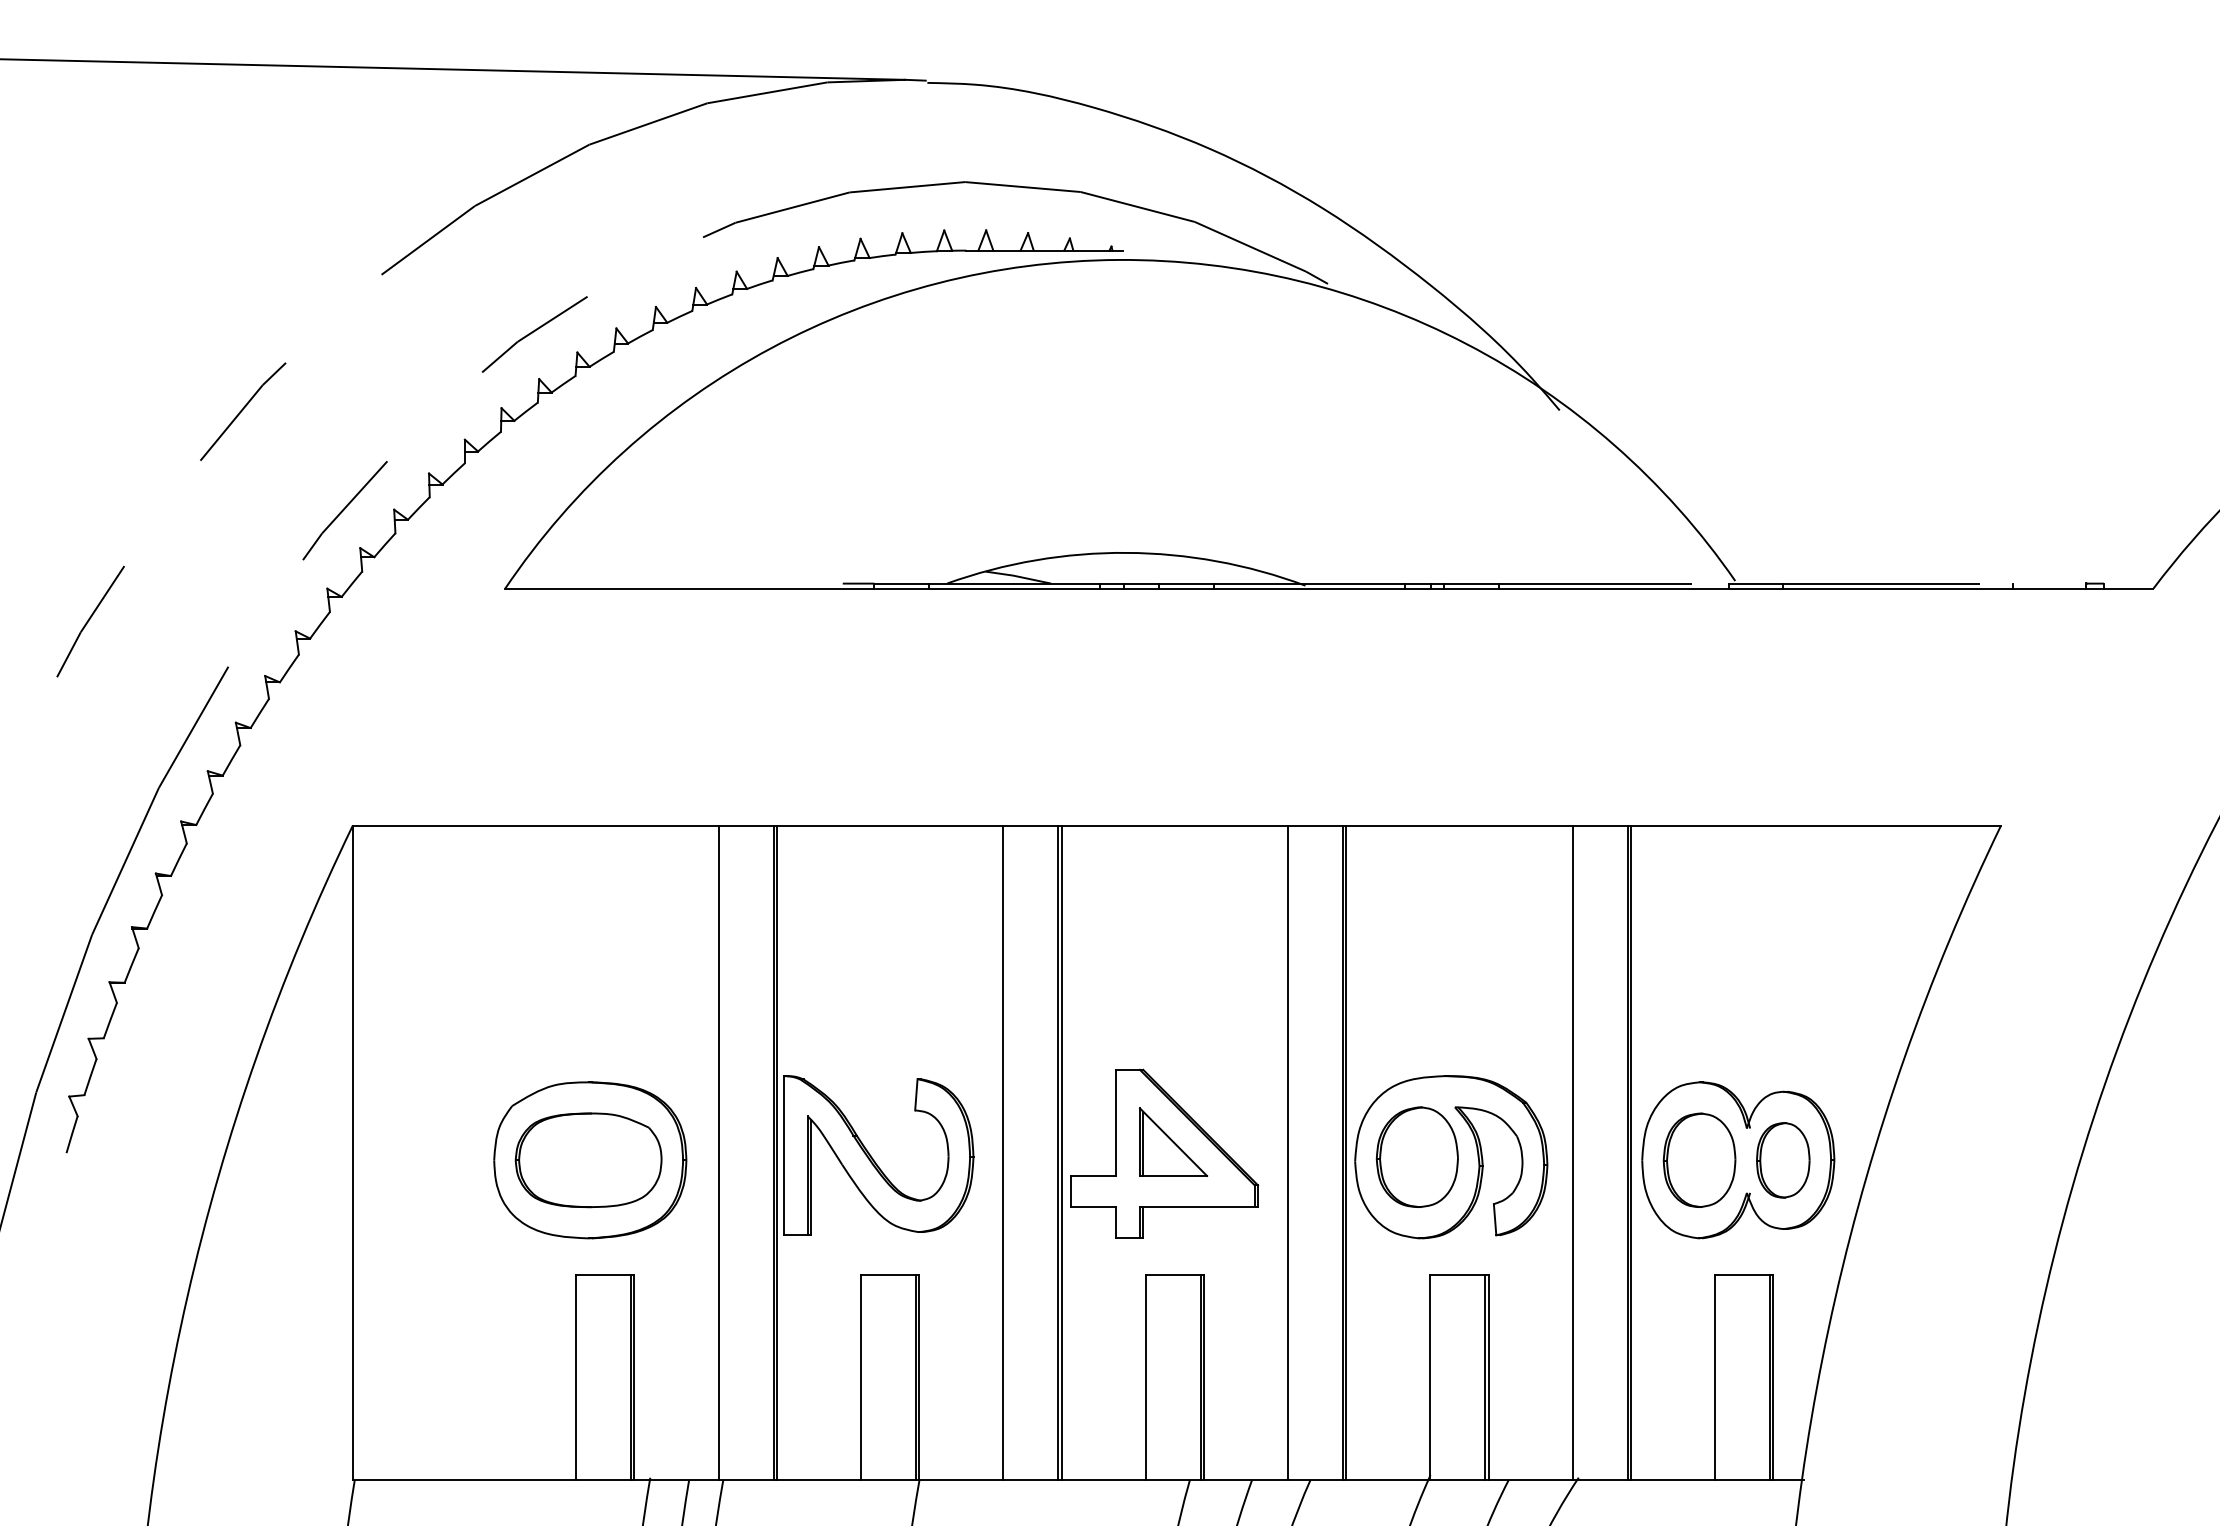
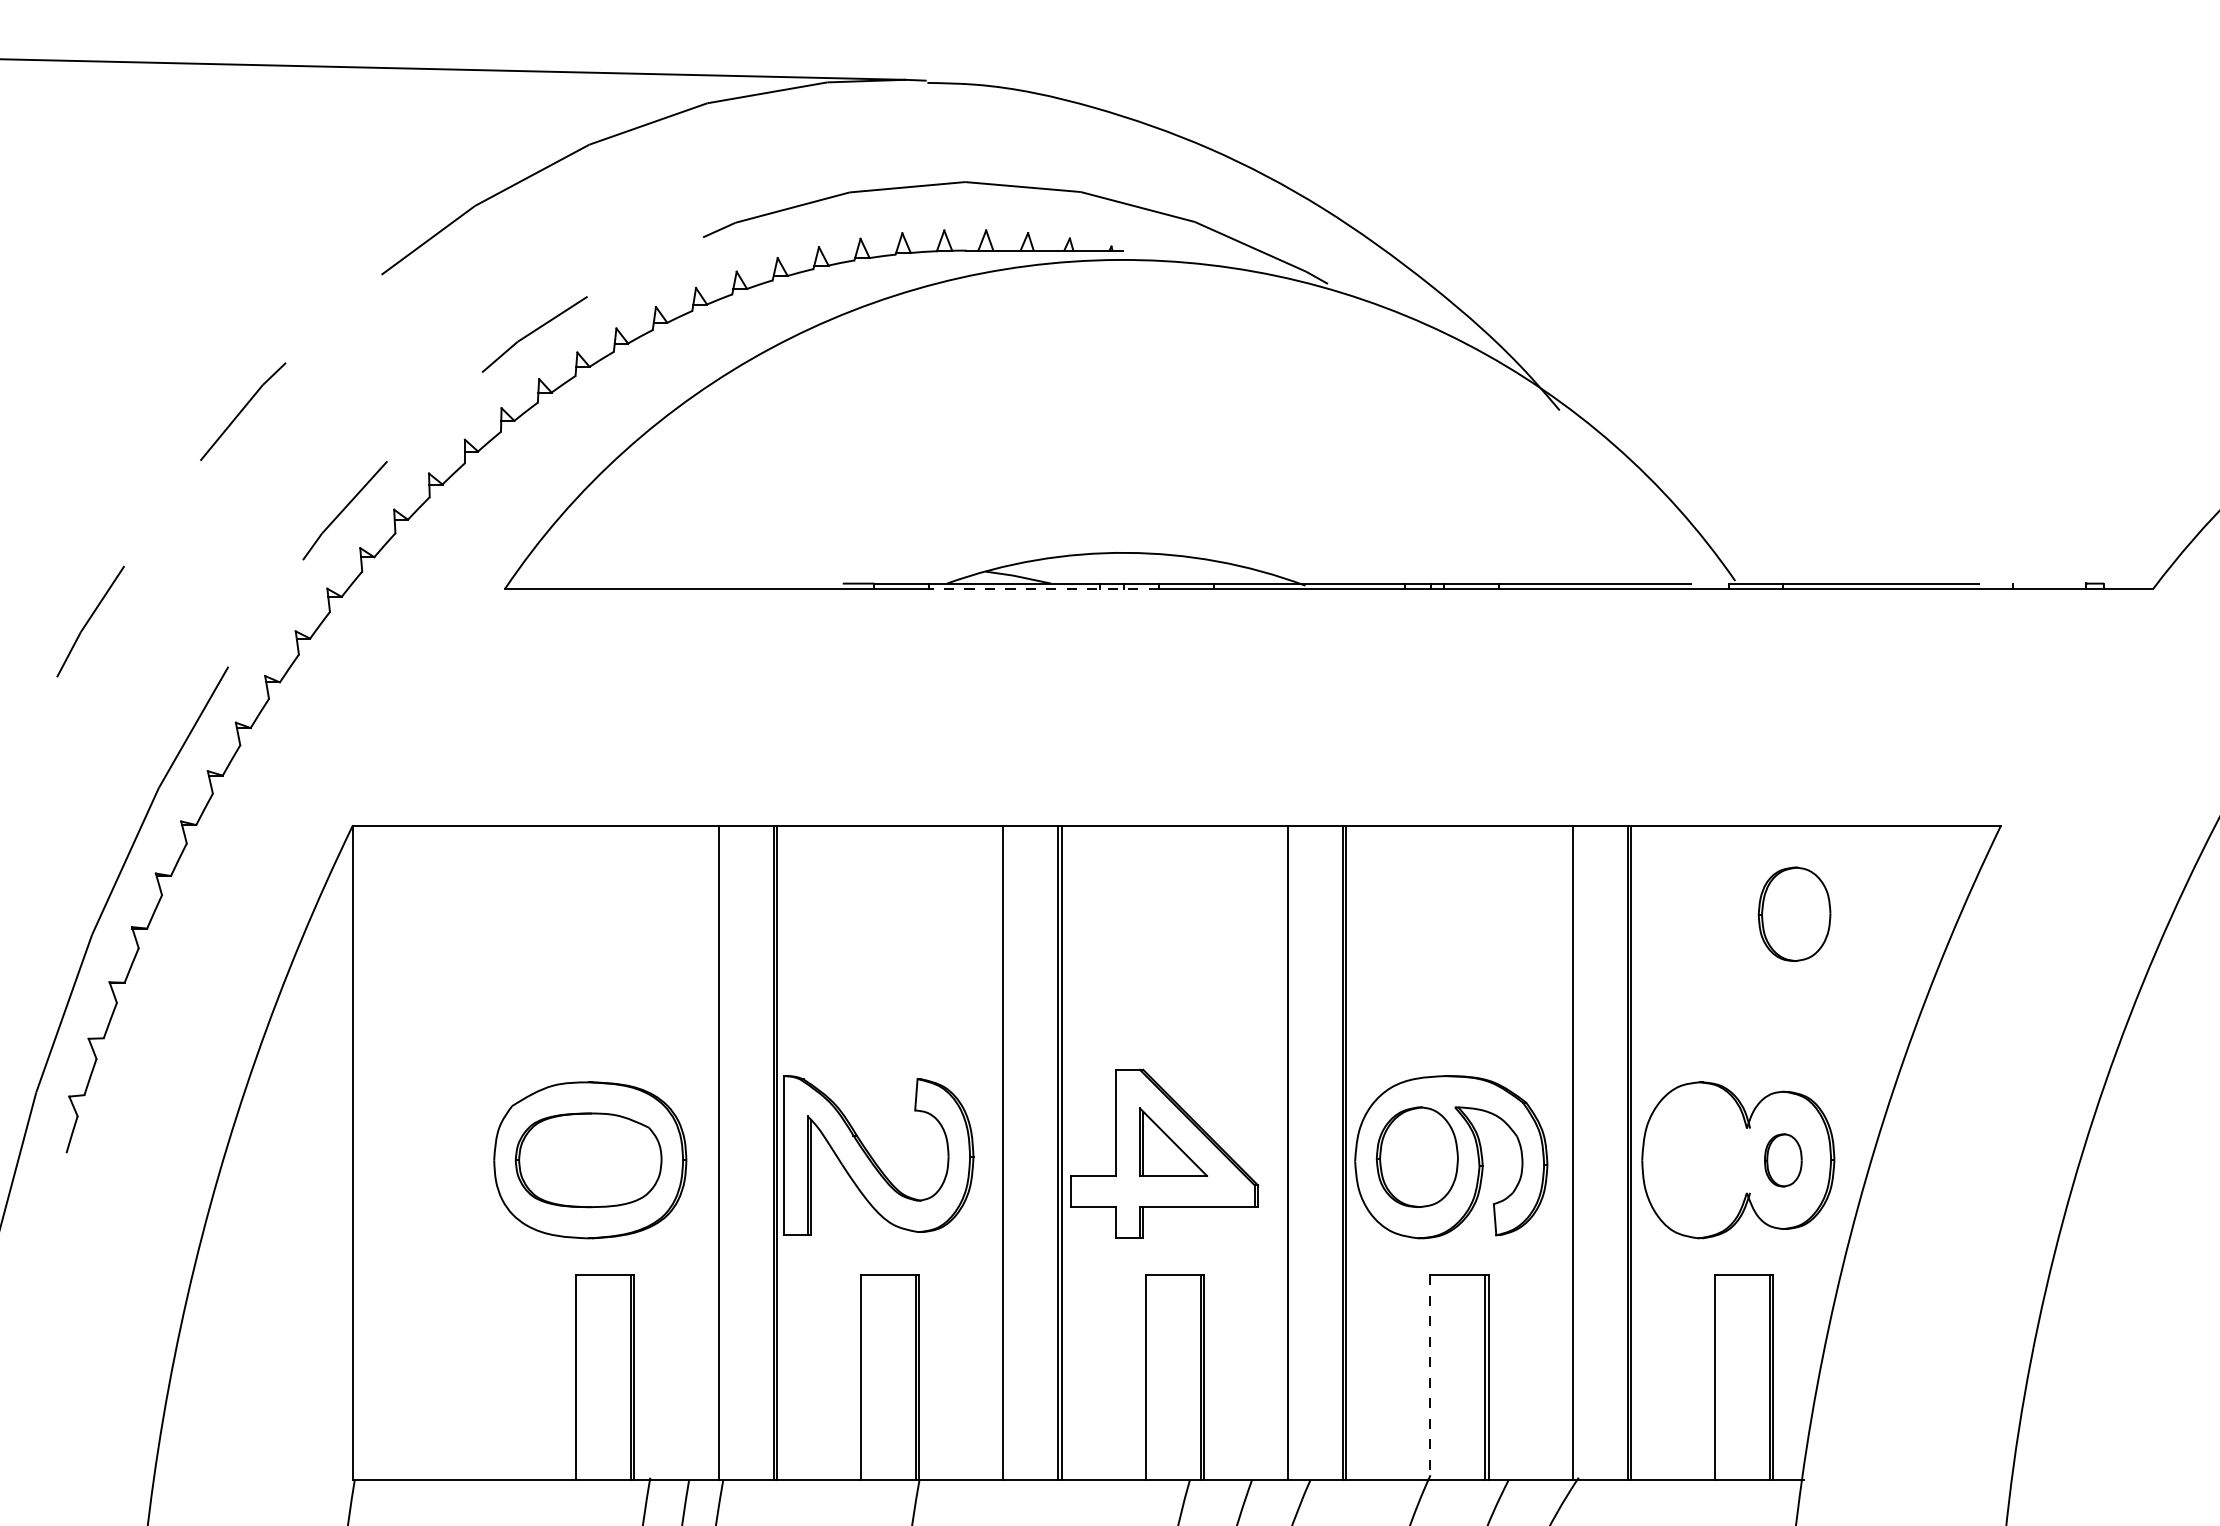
line at (1044, 588): solid -> dashed
part at (1699, 1159) position: (1699, 1159) -> (1794, 913)
part at (1783, 1160) size: 55x77 px -> 39x55 px
line at (1430, 1378): solid -> dashed
